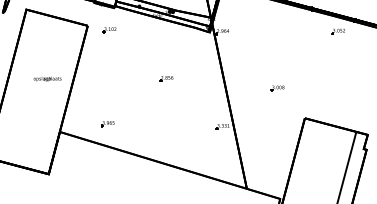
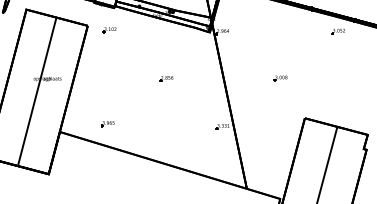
part at (277, 88) position: (277, 88) -> (280, 78)
line at (37, 91): none -> present
line at (347, 166) position: (347, 166) -> (327, 163)
